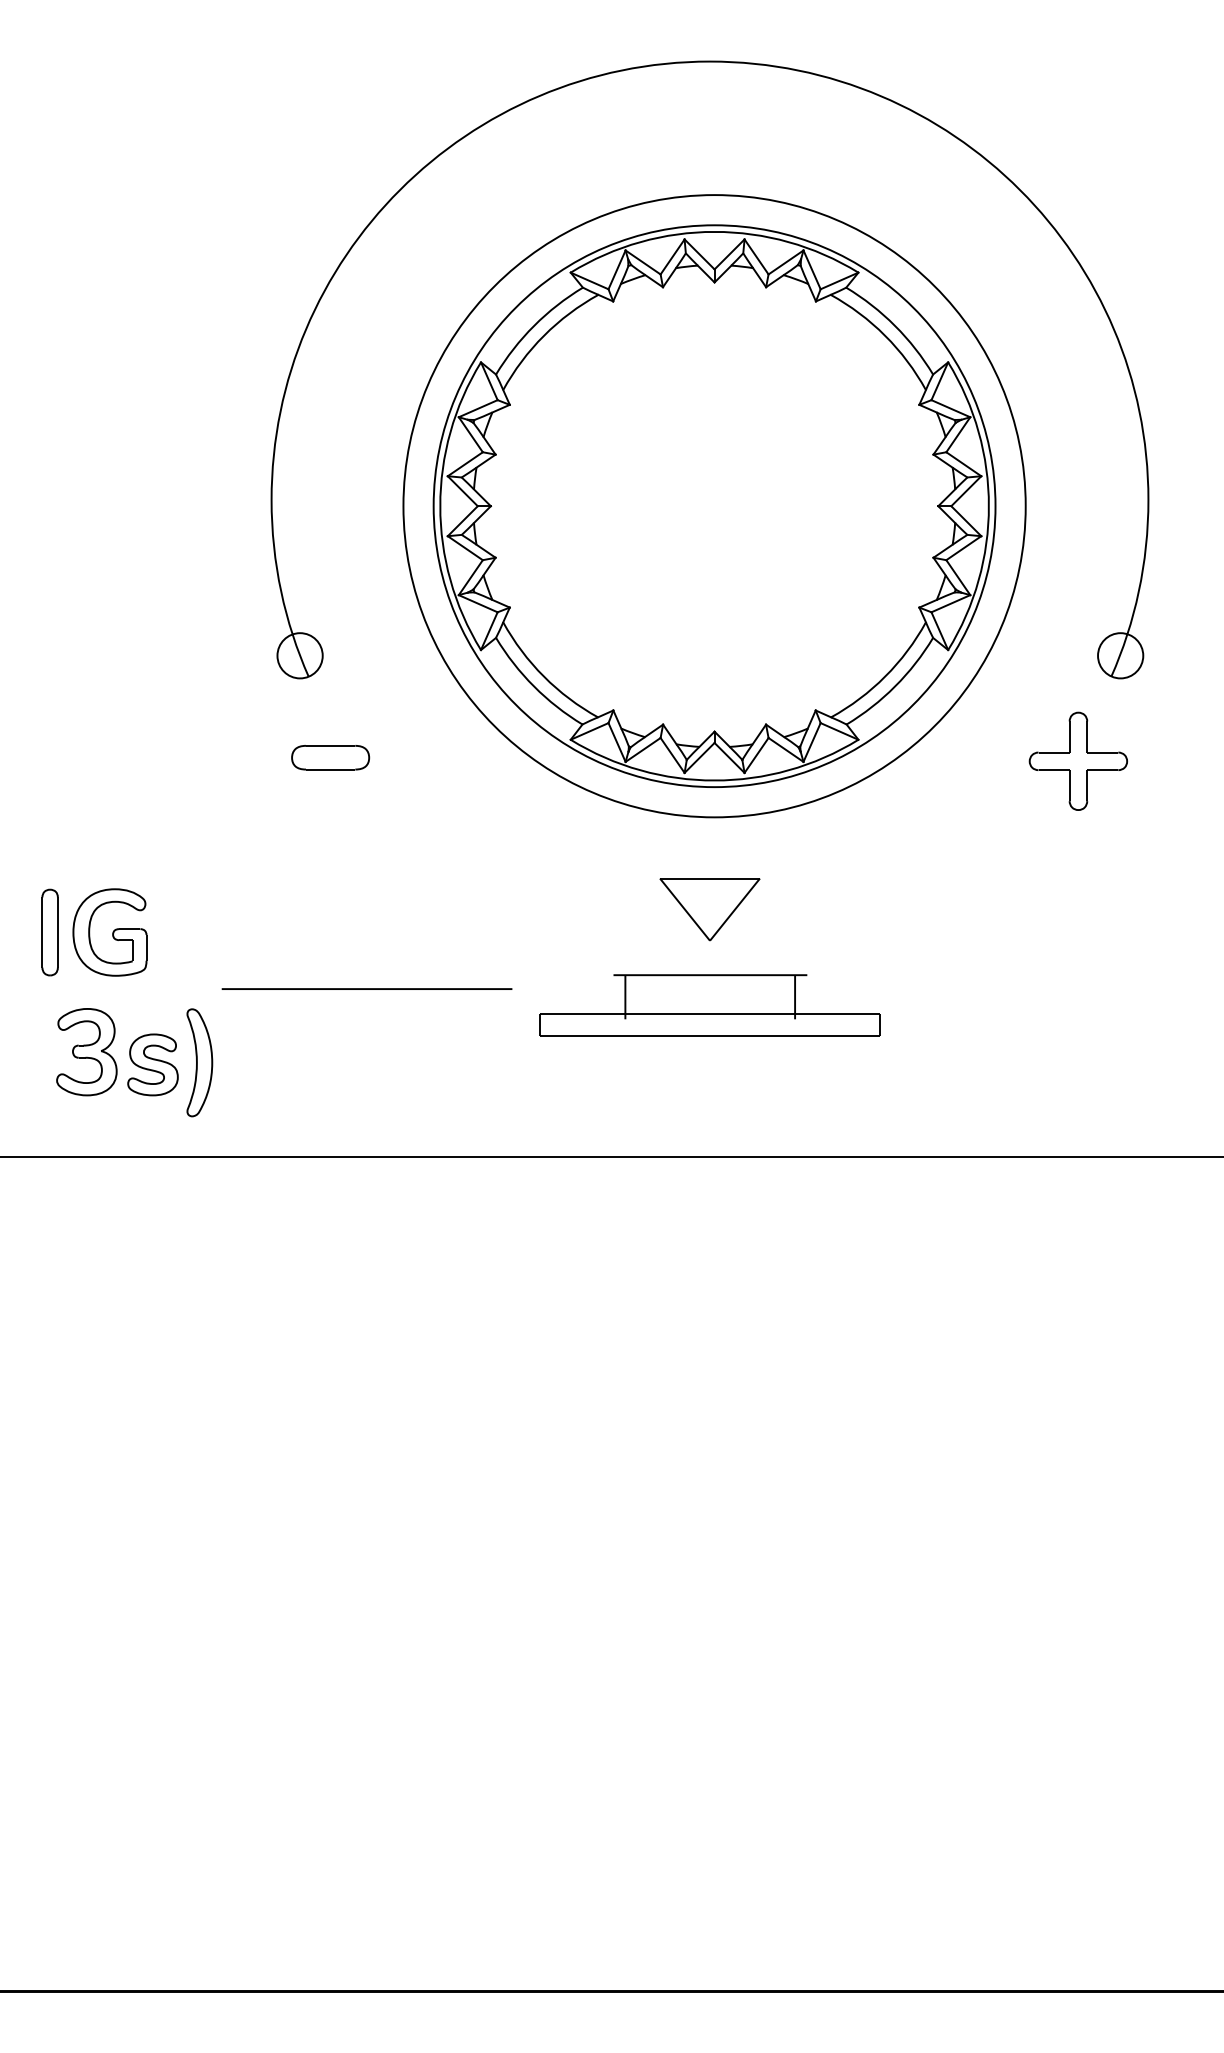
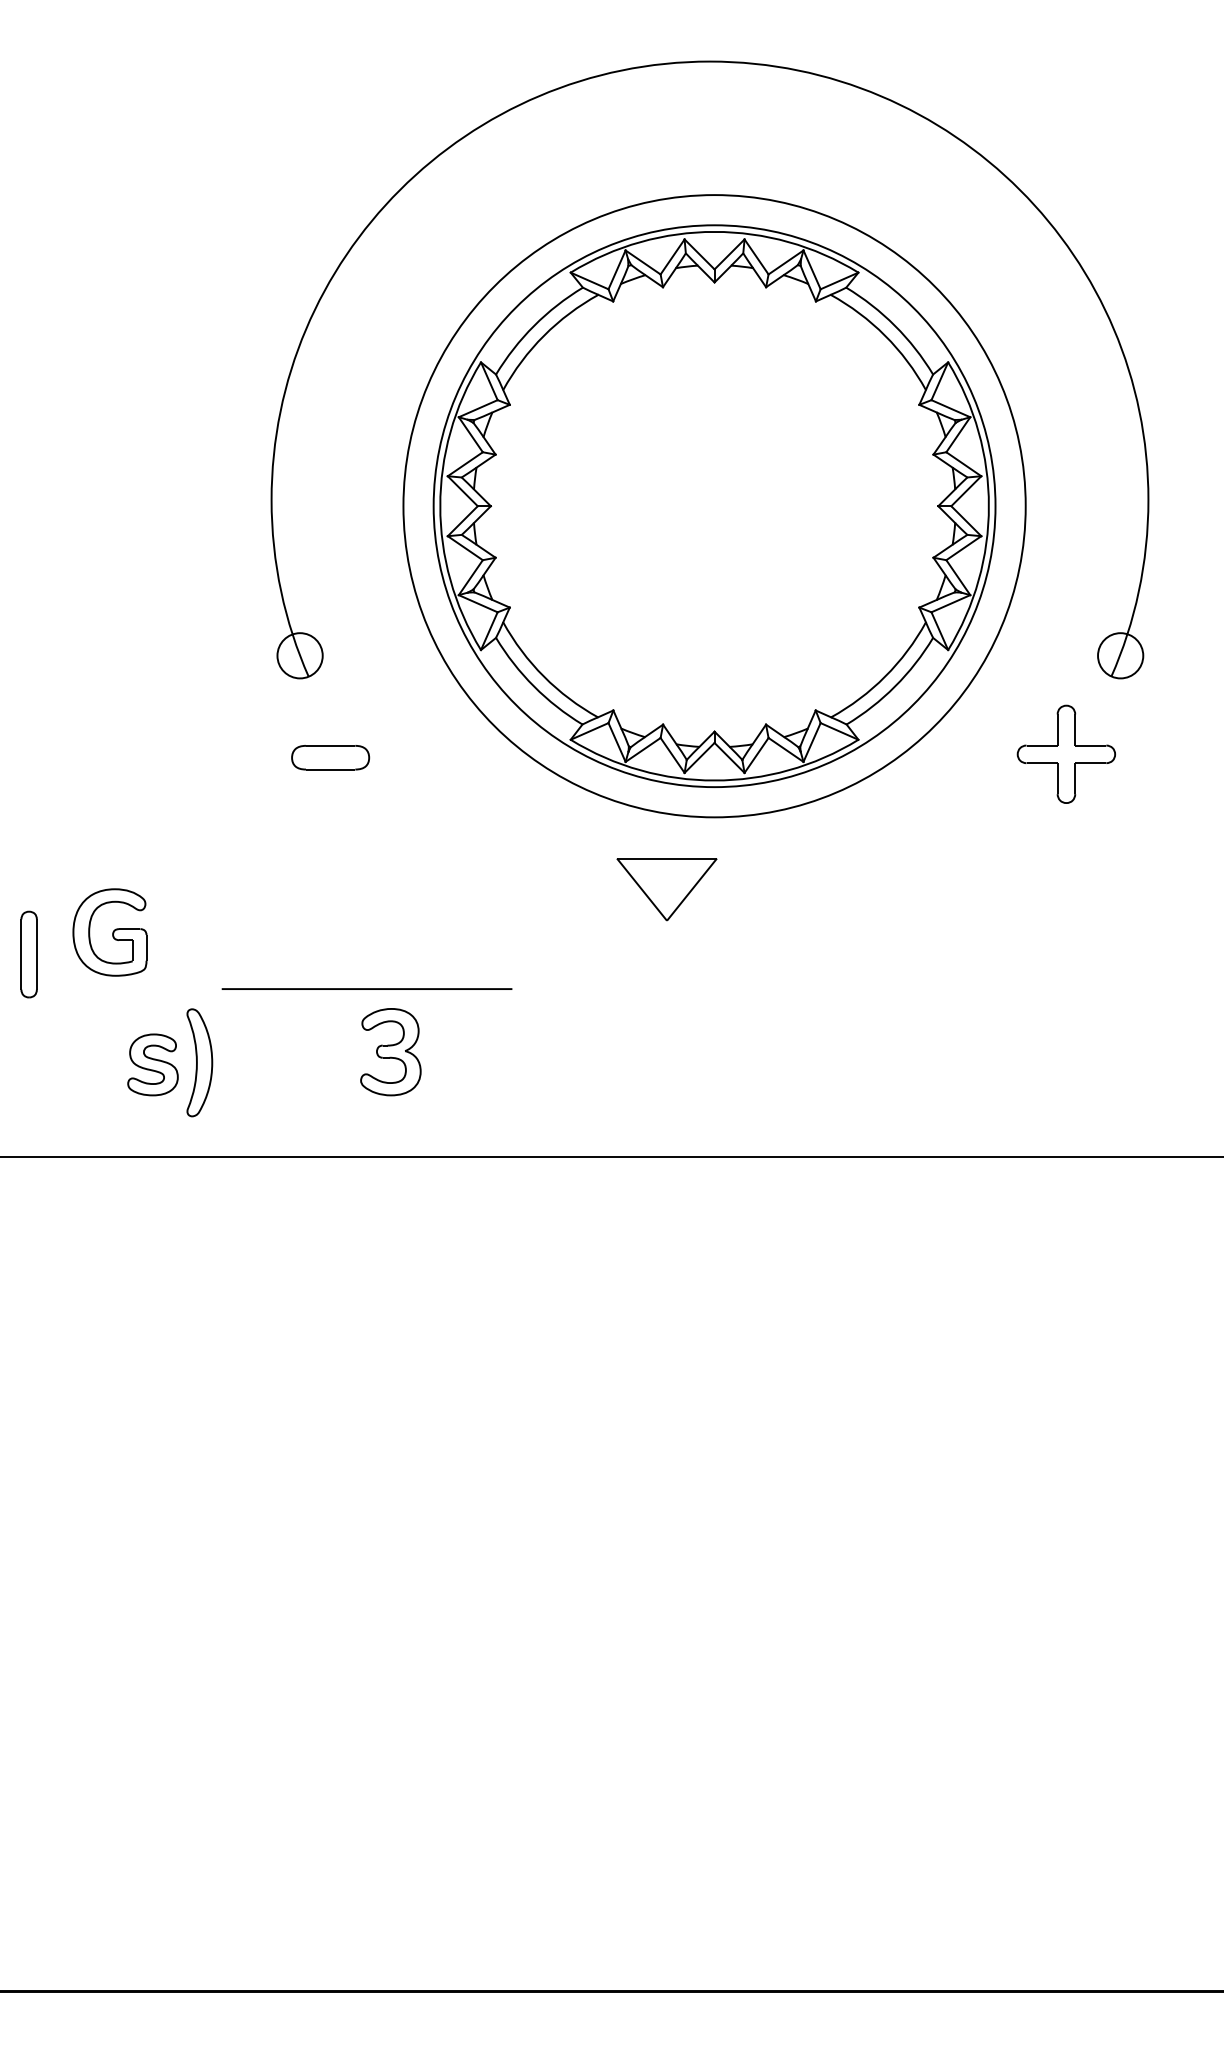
part at (1077, 760) position: (1077, 760) -> (1065, 753)
part at (709, 909) position: (709, 909) -> (666, 889)
part at (49, 932) position: (49, 932) -> (28, 954)
part at (709, 1005): present -> none
part at (86, 1052) position: (86, 1052) -> (390, 1052)
